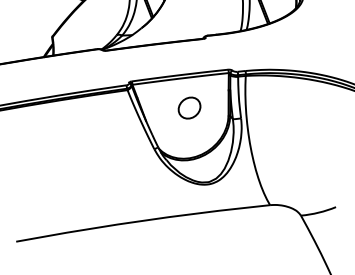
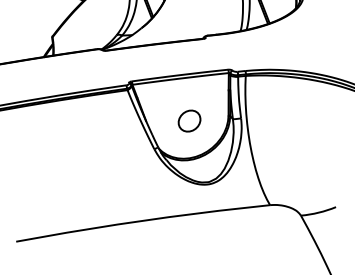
part at (189, 107) position: (189, 107) -> (189, 120)
